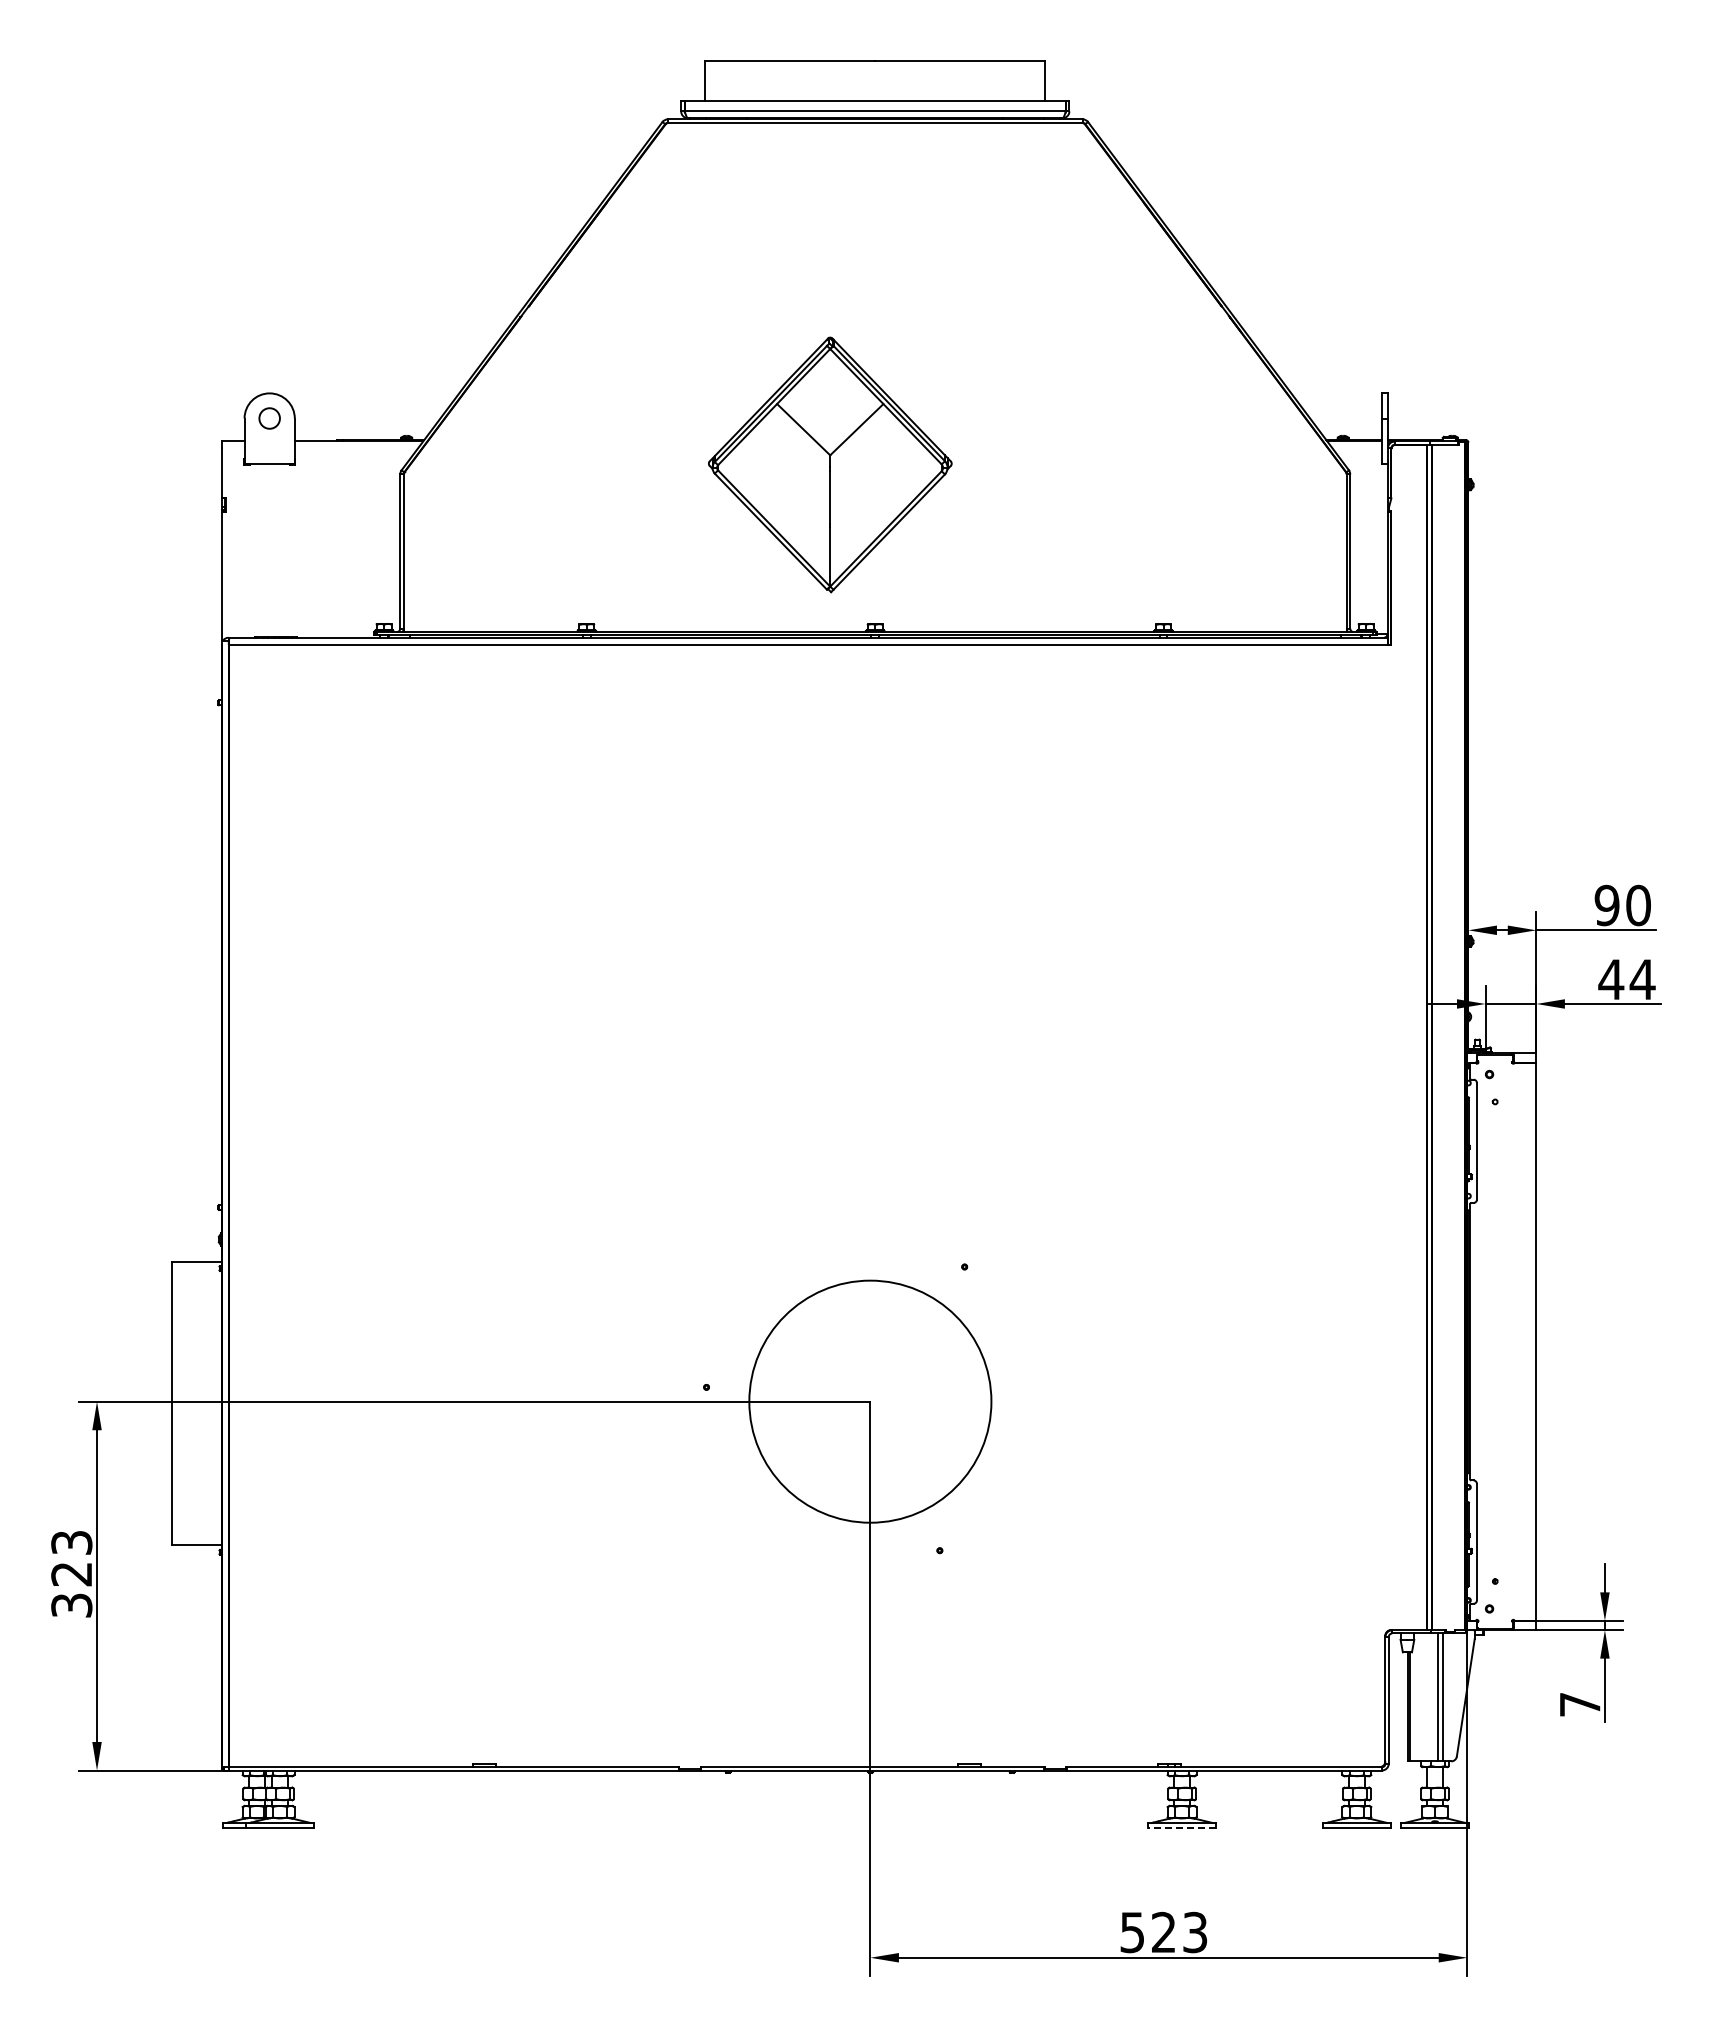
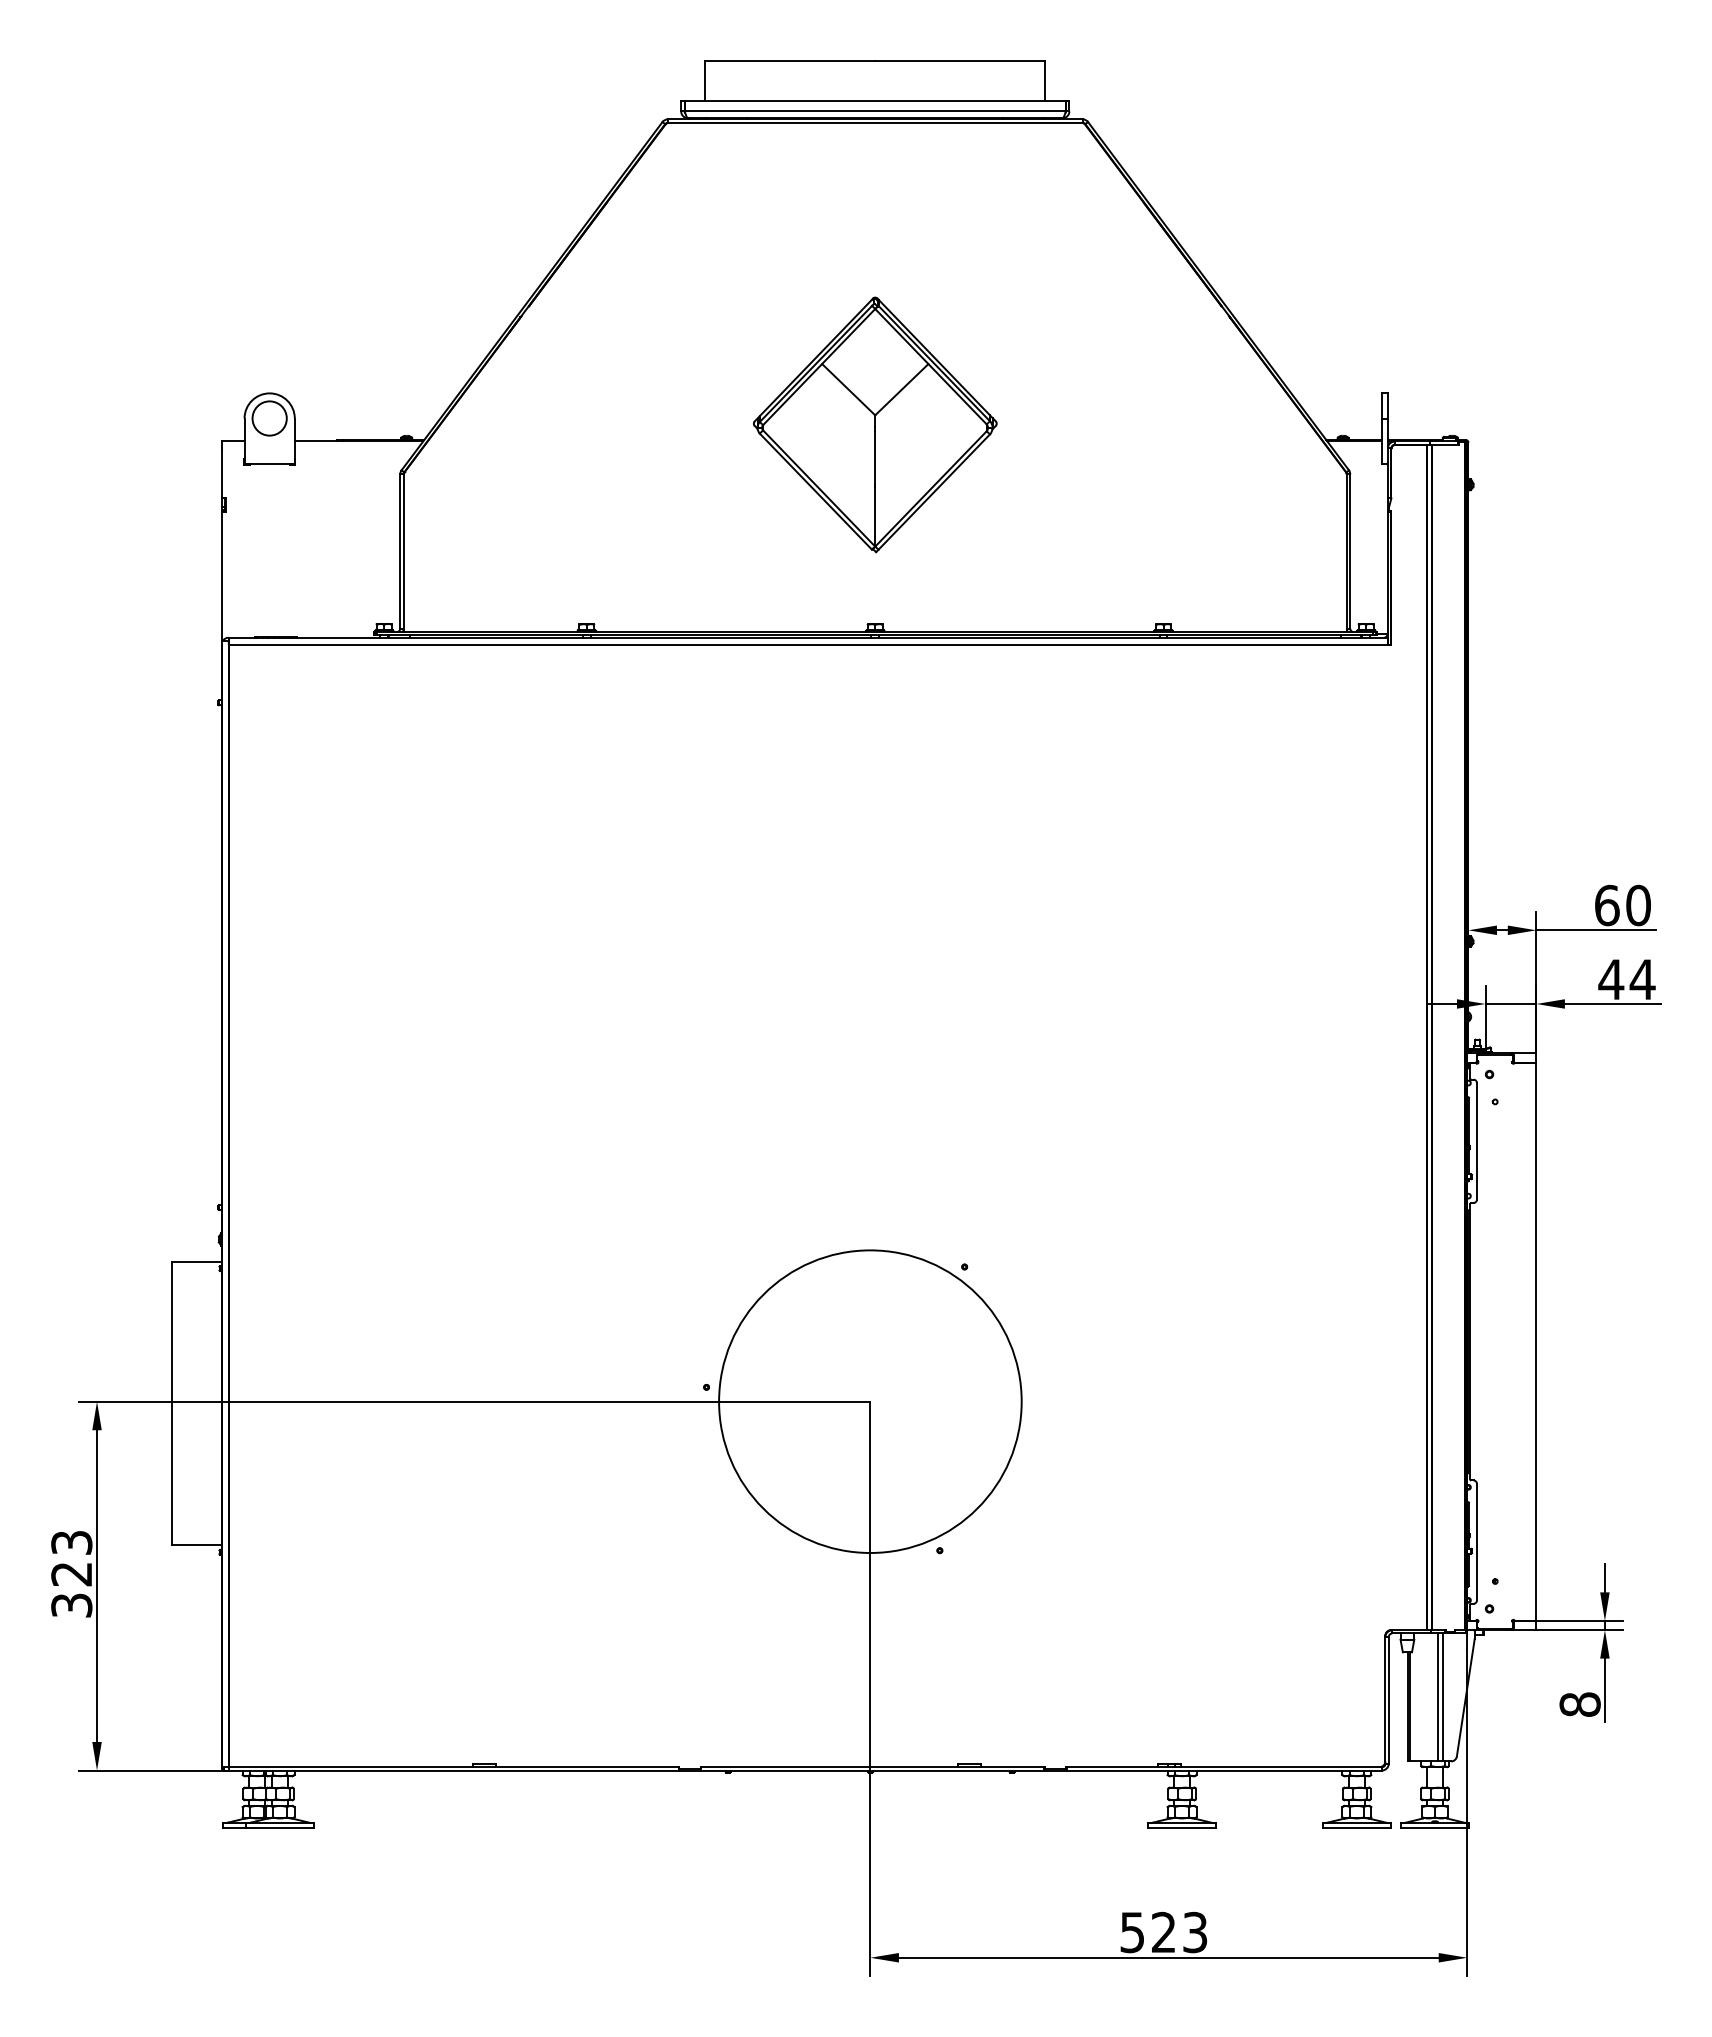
circle at (269, 418) diameter: 21 px -> 34 px
part at (830, 464) position: (830, 464) -> (875, 424)
text at (1606, 905): 90 -> 60
circle at (870, 1401) diameter: 242 px -> 303 px
text at (1579, 1704): 7 -> 8
line at (1181, 1827): dashed -> solid
